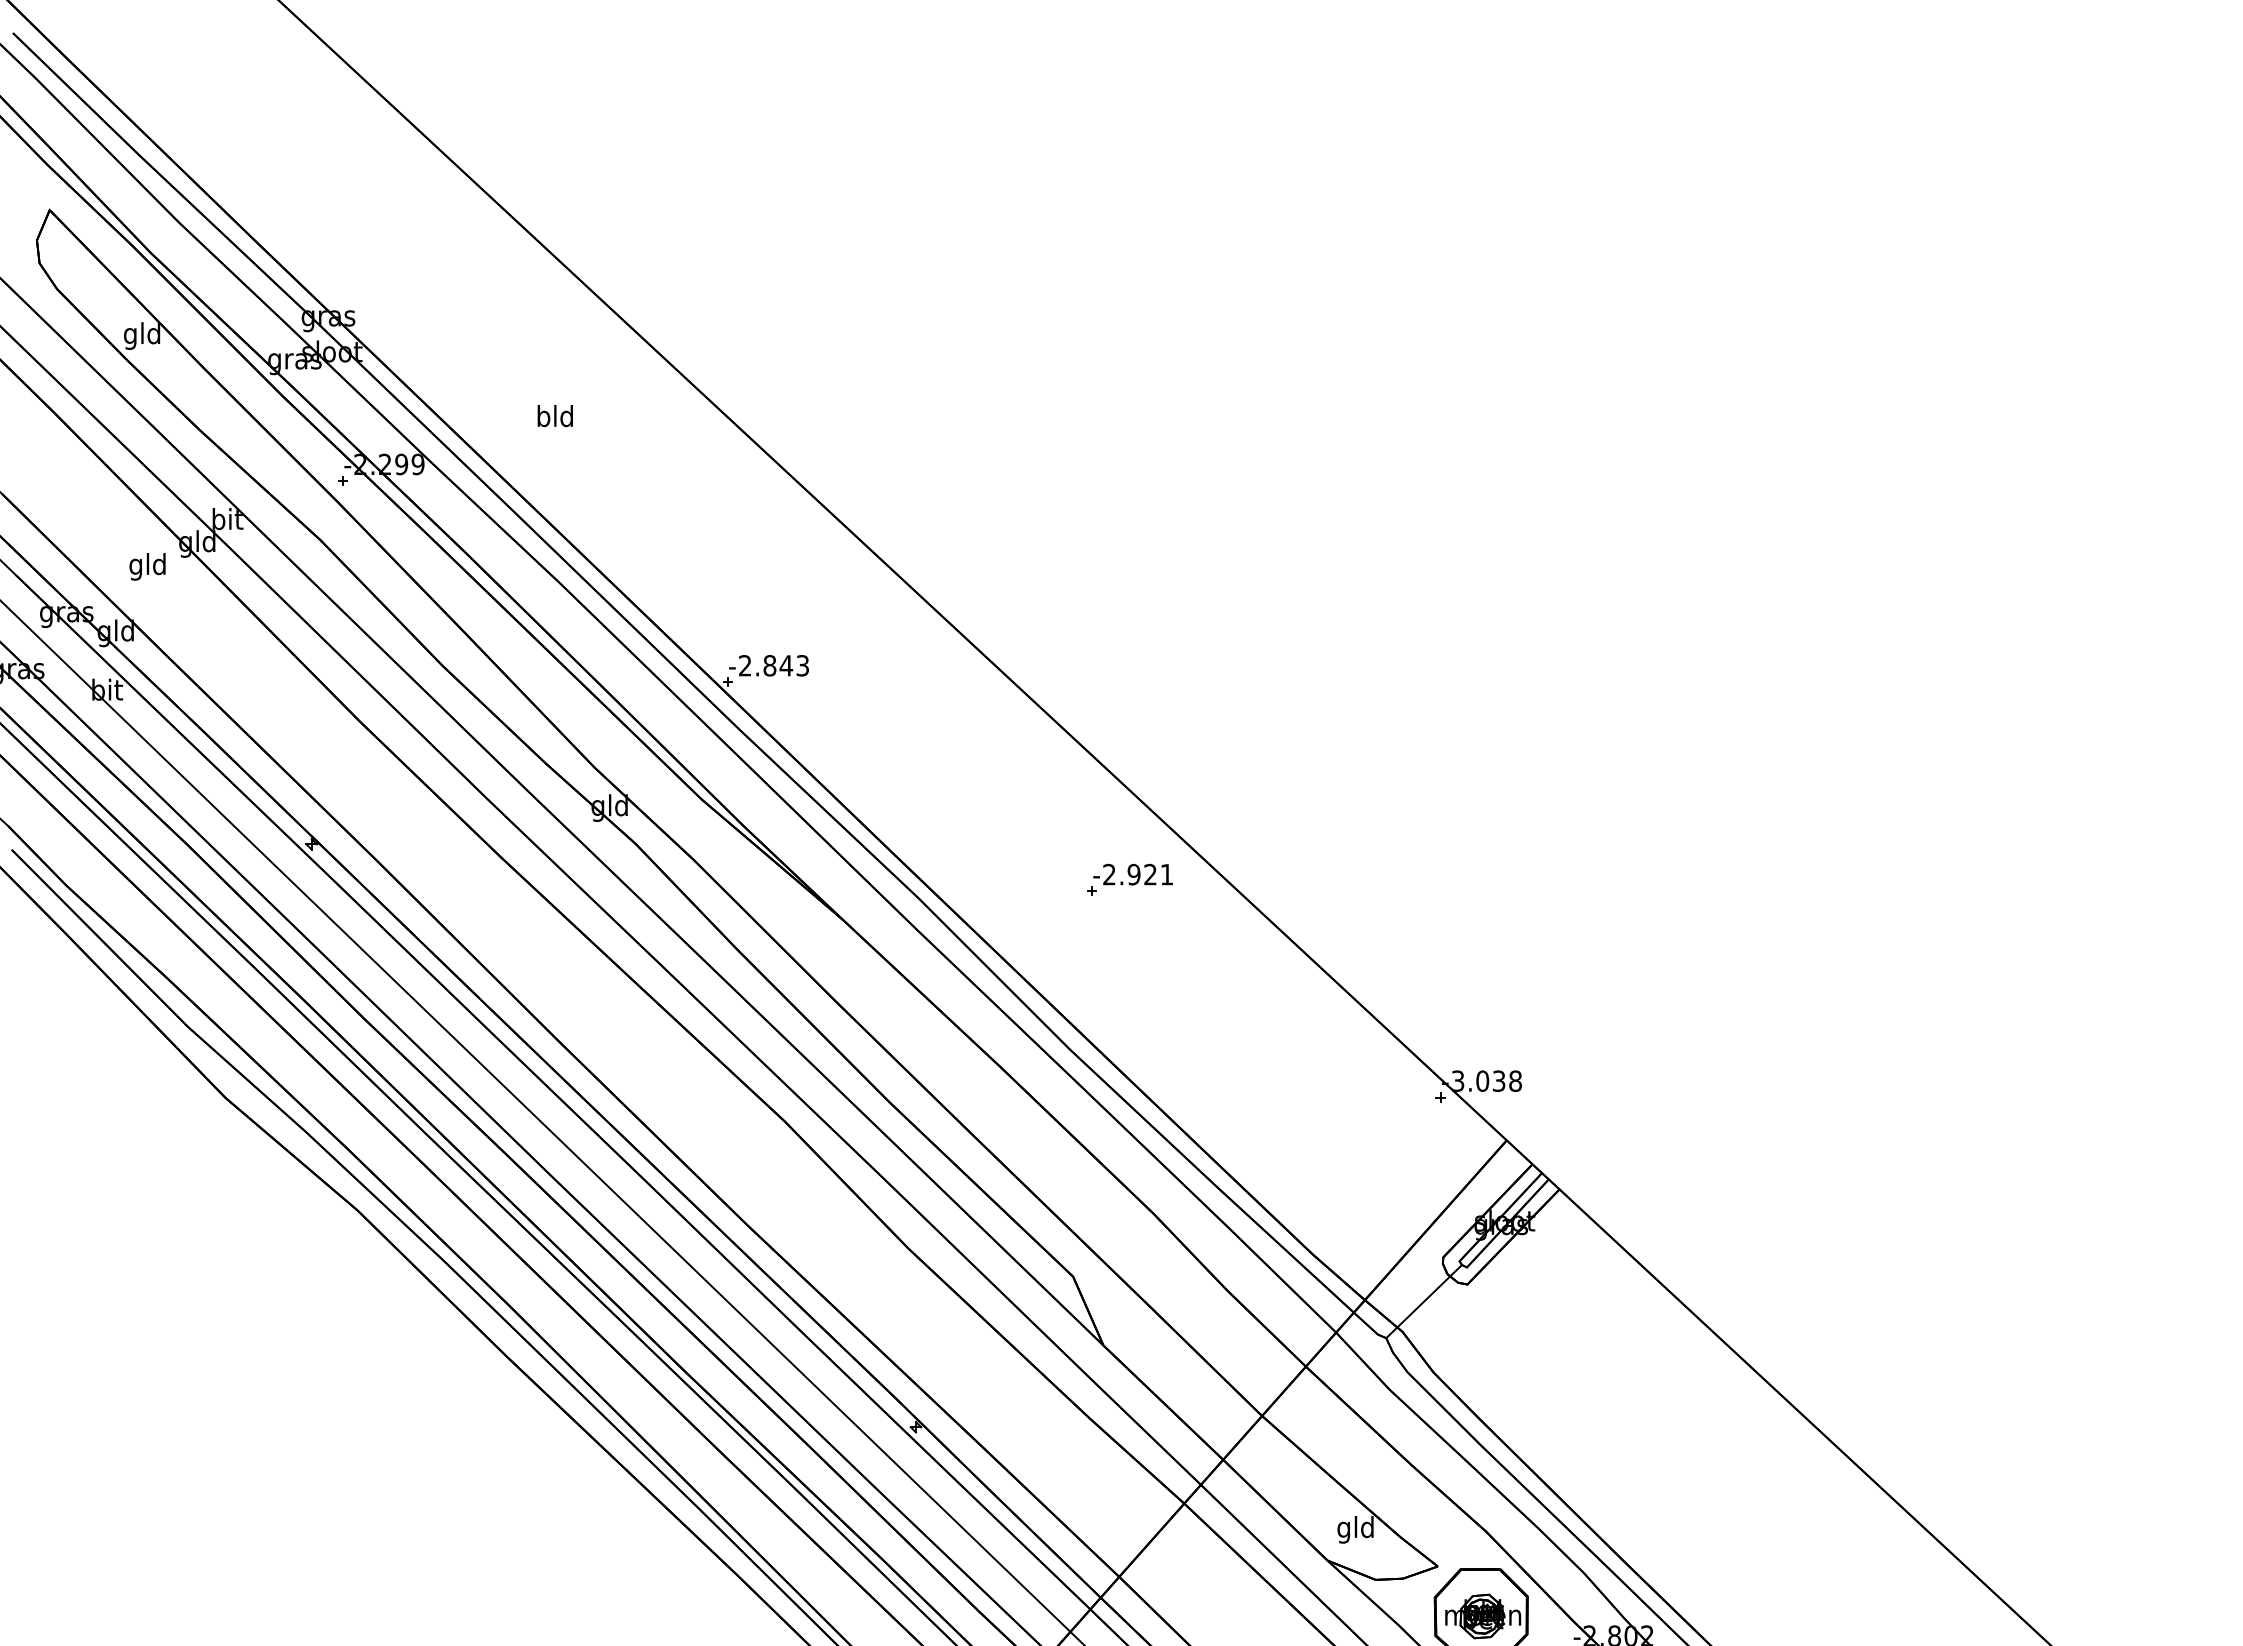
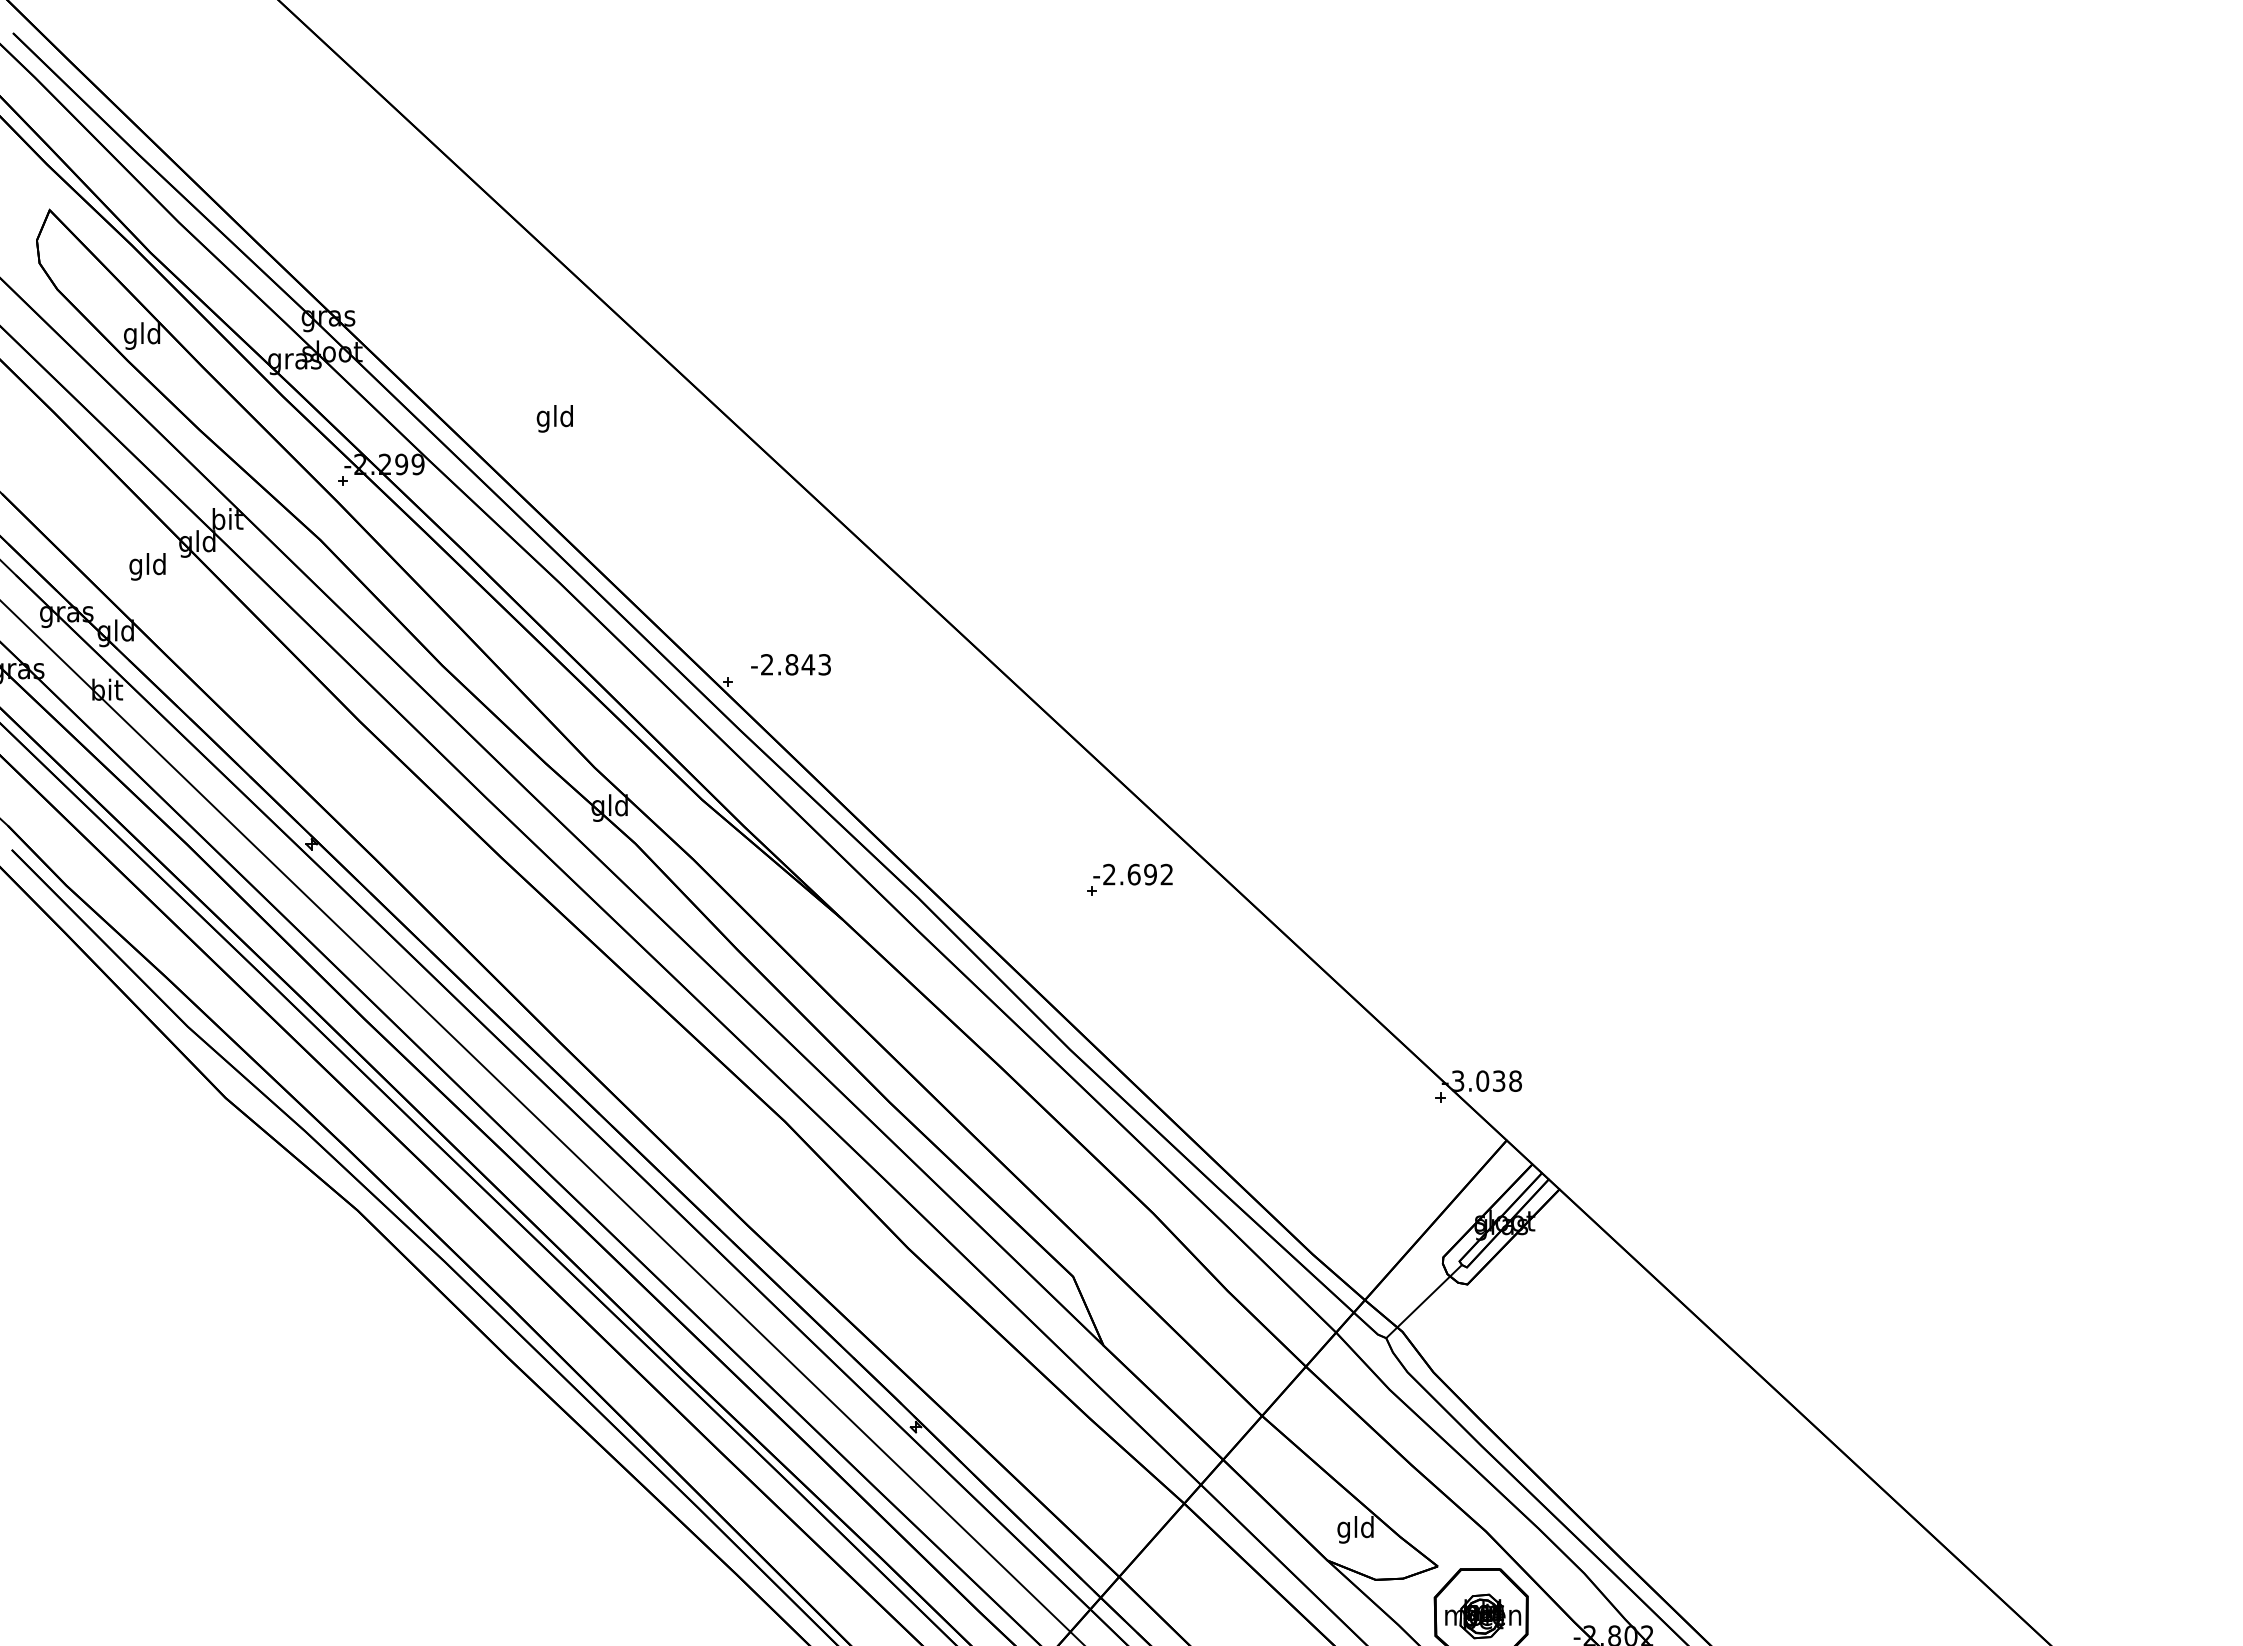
text at (543, 418): bld -> gld
text at (768, 665) position: (768, 665) -> (790, 664)
text at (1149, 874): -2.921 -> -2.692
